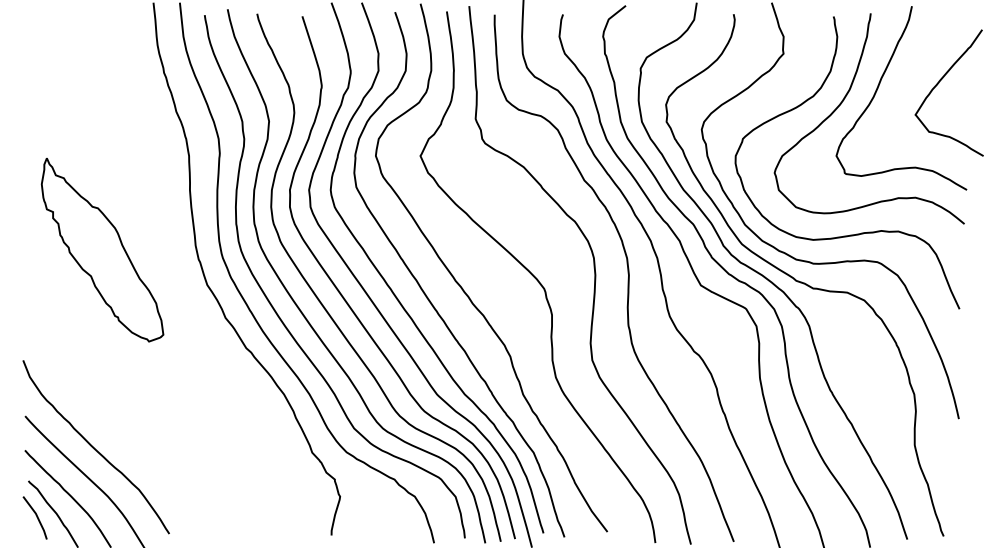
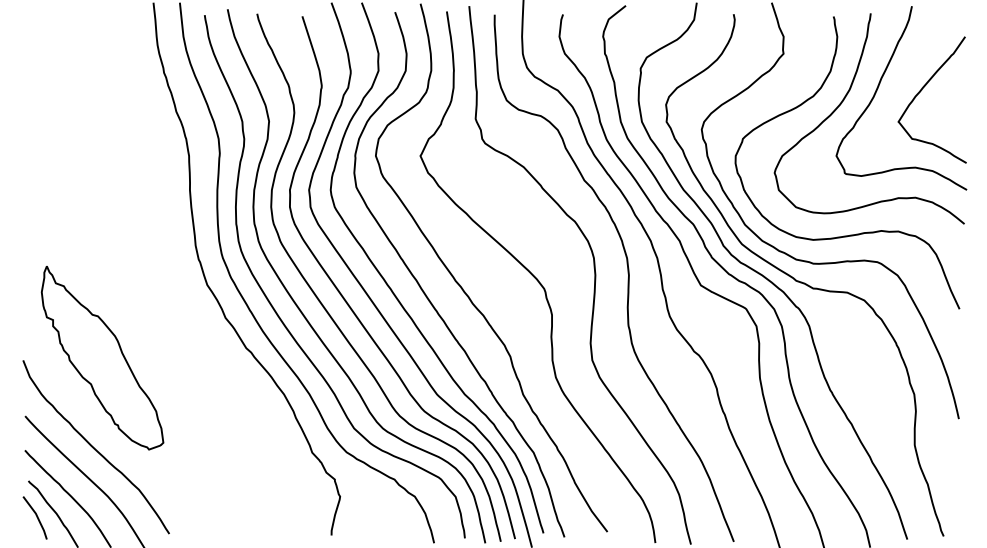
curve at (939, 83) position: (939, 83) -> (922, 90)
part at (102, 250) position: (102, 250) -> (102, 358)
